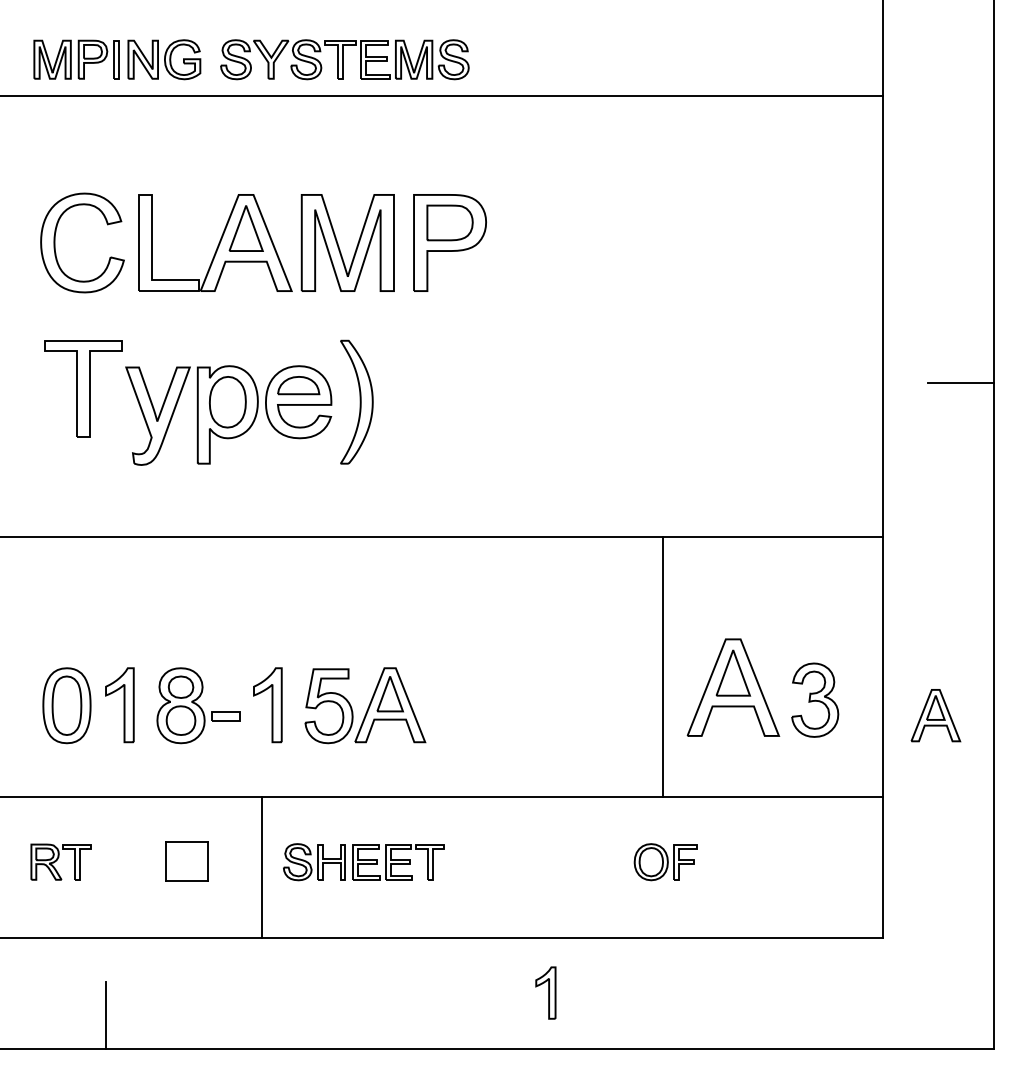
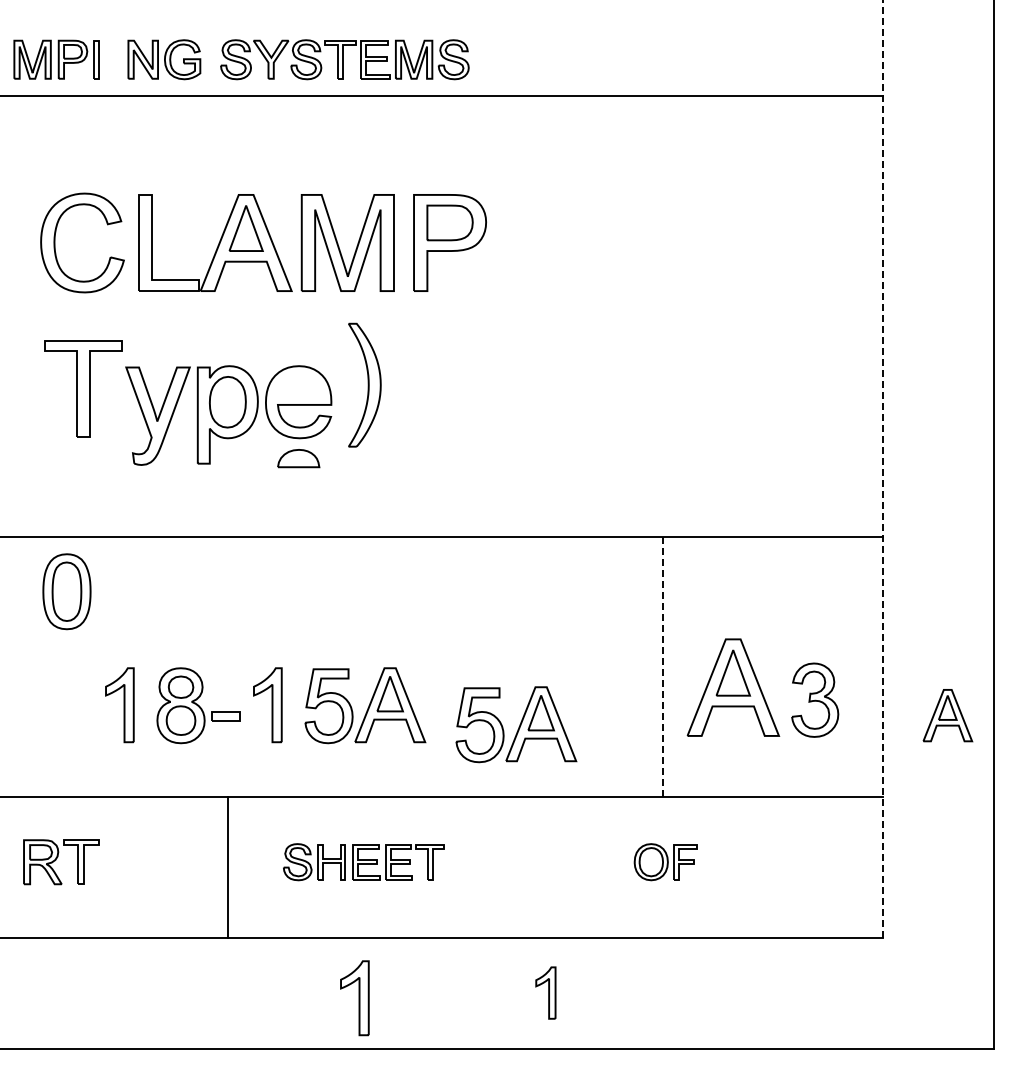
part at (76, 59) position: (76, 59) -> (56, 59)
line at (960, 382): present -> none
part at (298, 385) position: (298, 385) -> (298, 458)
part at (356, 401) position: (356, 401) -> (364, 384)
line at (883, 468): solid -> dashed
line at (662, 666): solid -> dashed
part at (66, 705) position: (66, 705) -> (66, 591)
part at (935, 715) position: (935, 715) -> (947, 715)
part at (516, 724): none -> present
part at (60, 861) size: 62x38 px -> 77x47 px
part at (186, 861): present -> none
line at (262, 867) position: (262, 867) -> (228, 867)
part at (354, 998): none -> present
line at (106, 1014): present -> none
